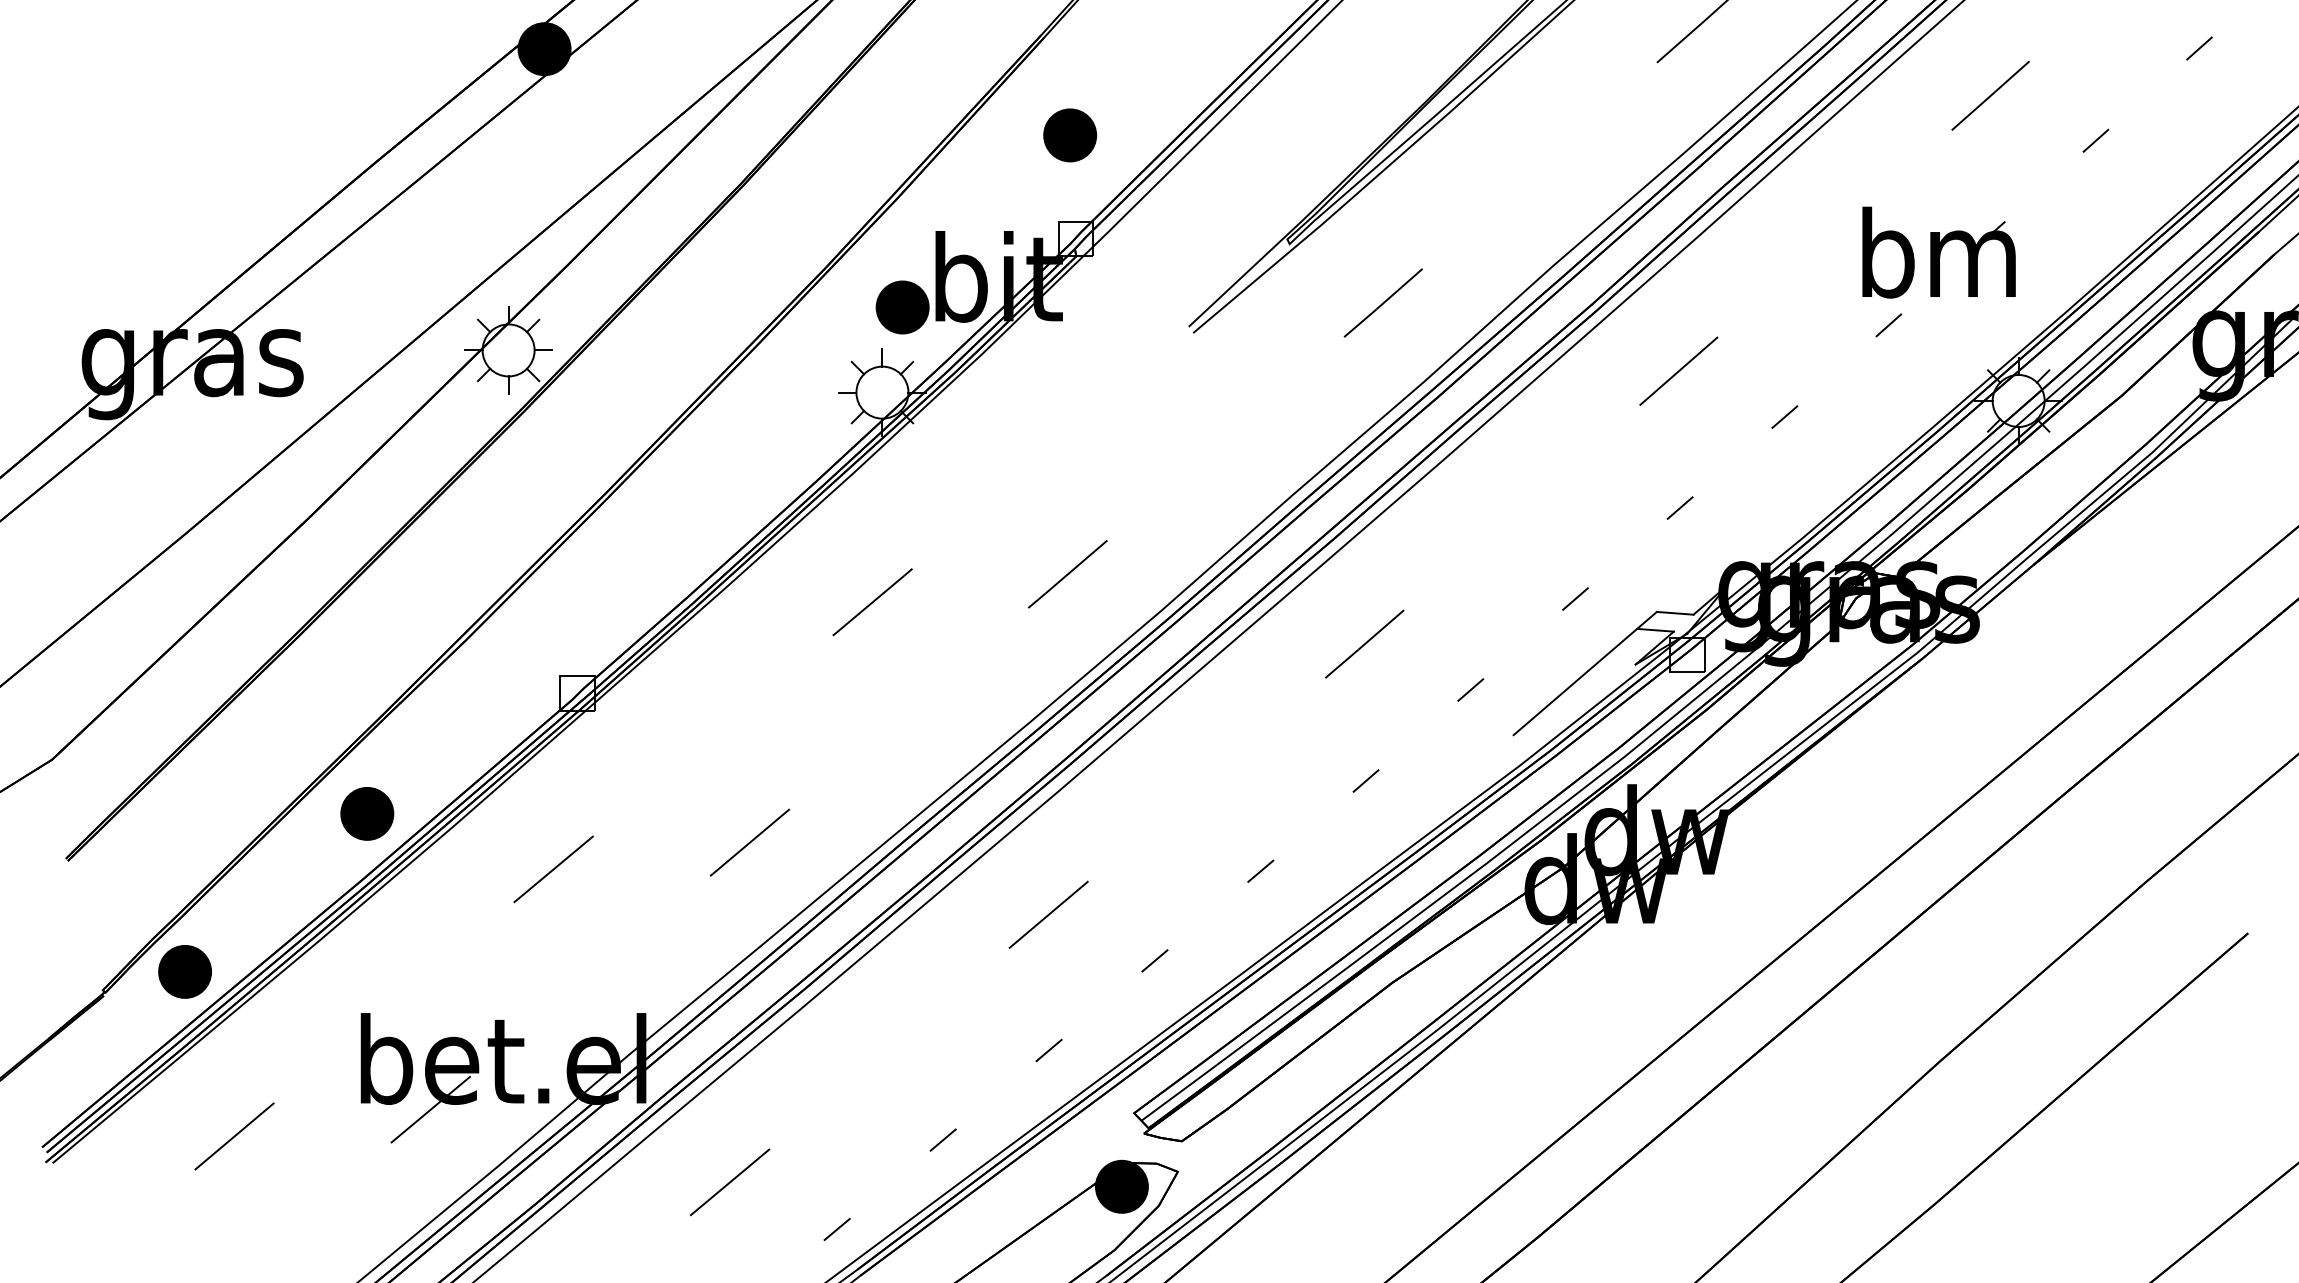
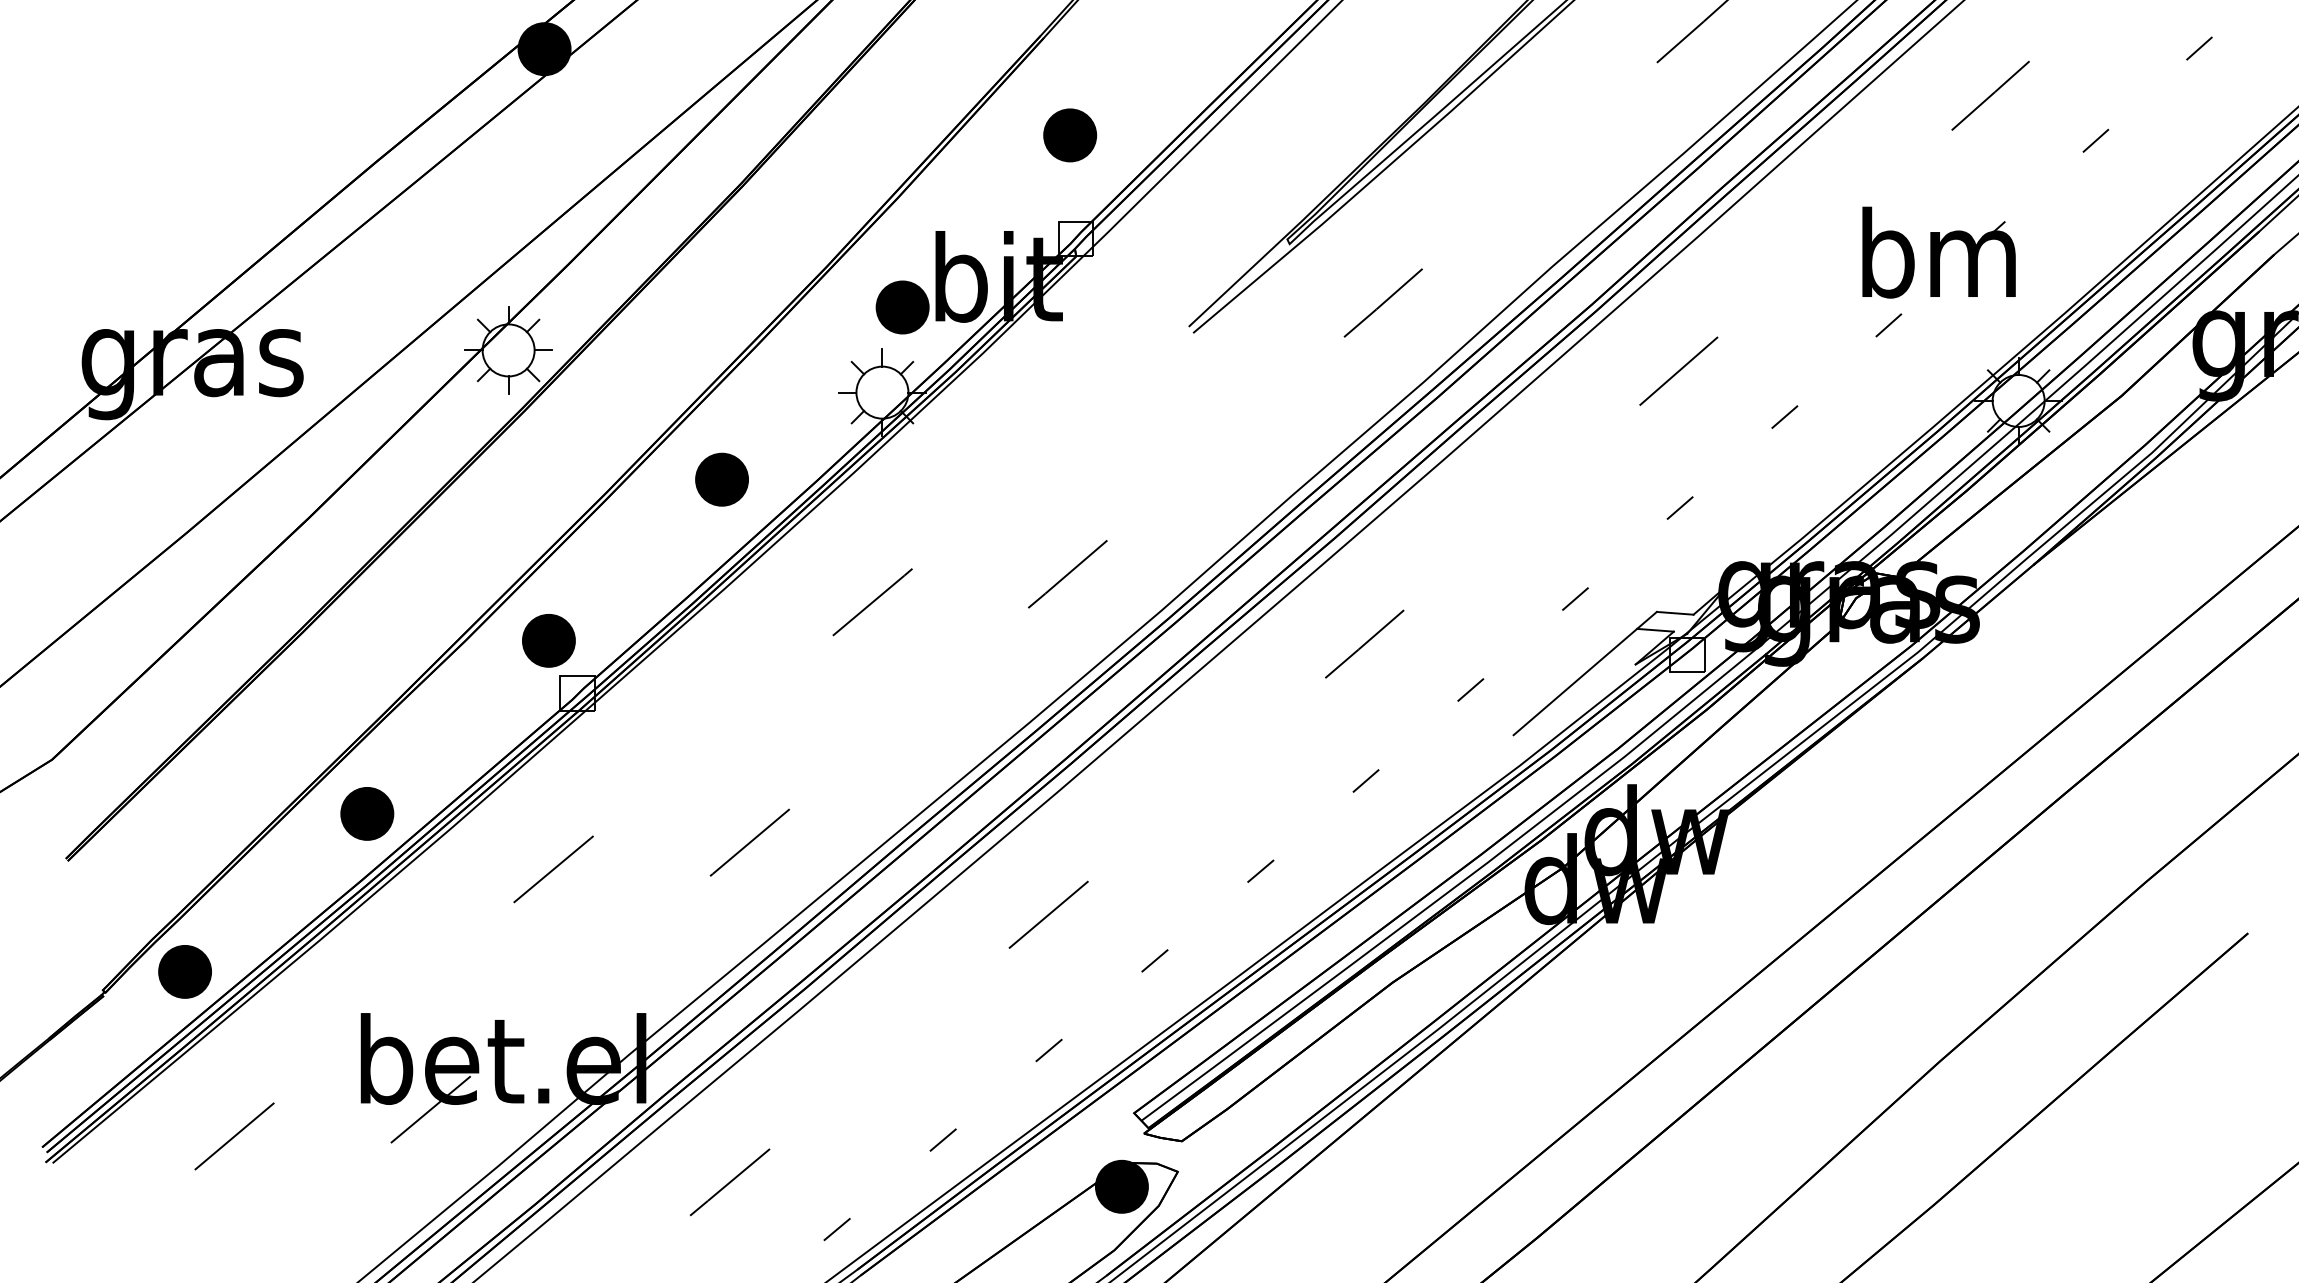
part at (721, 479): none -> present
part at (548, 640): none -> present
